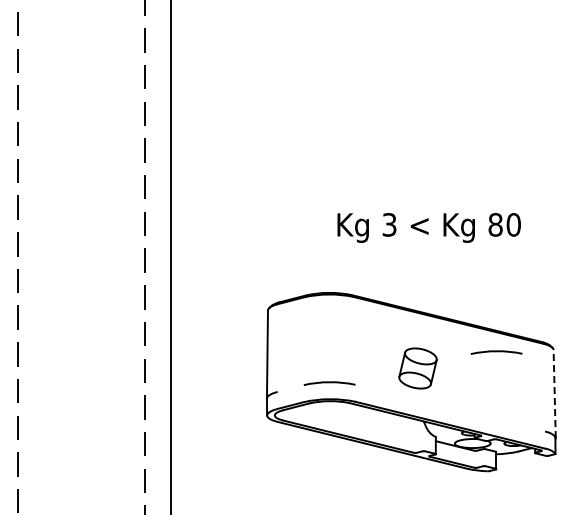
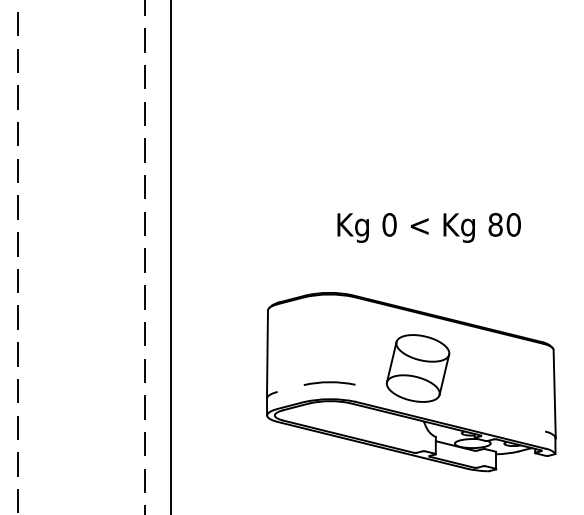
text at (389, 224): 3 -> 0
arc at (496, 352): present -> none
part at (417, 368) size: 40x43 px -> 66x69 px
line at (554, 393): dashed -> solid
